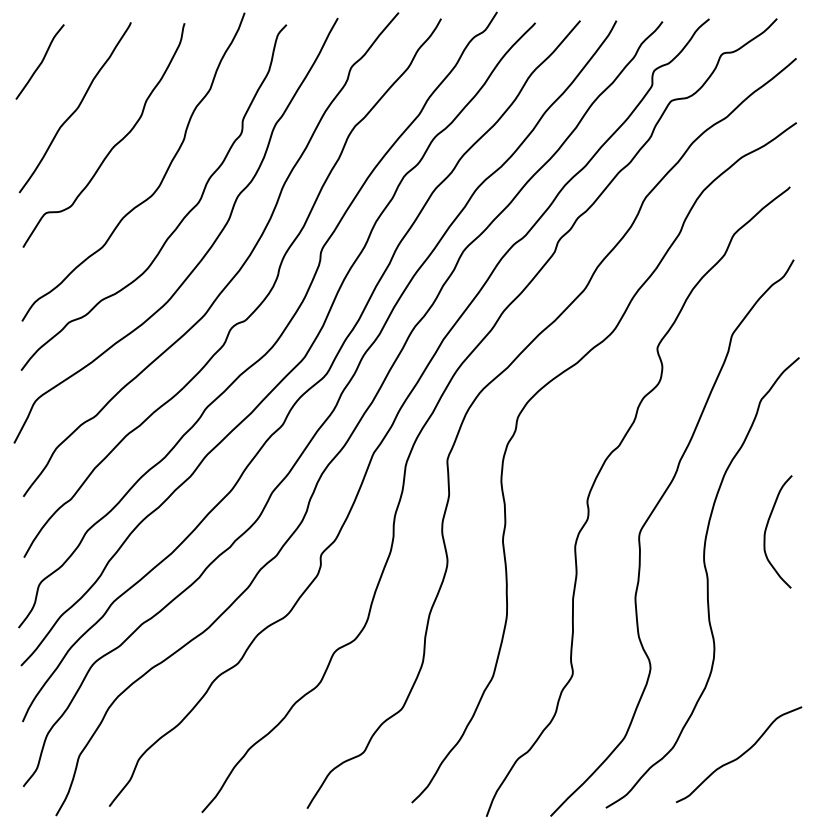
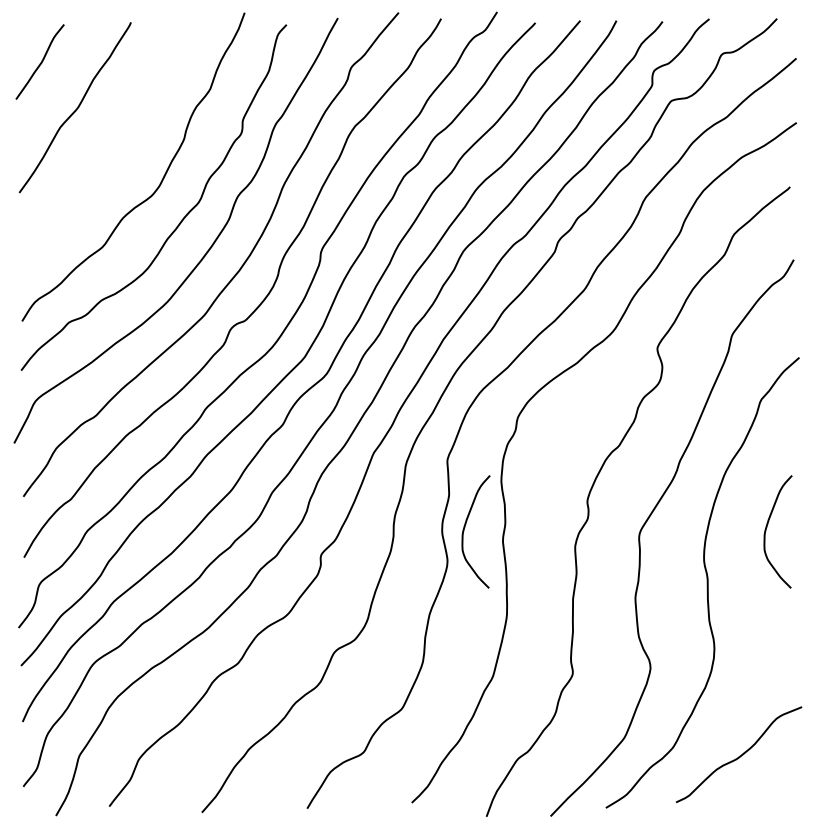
curve at (113, 145): present -> none
curve at (465, 527): none -> present
